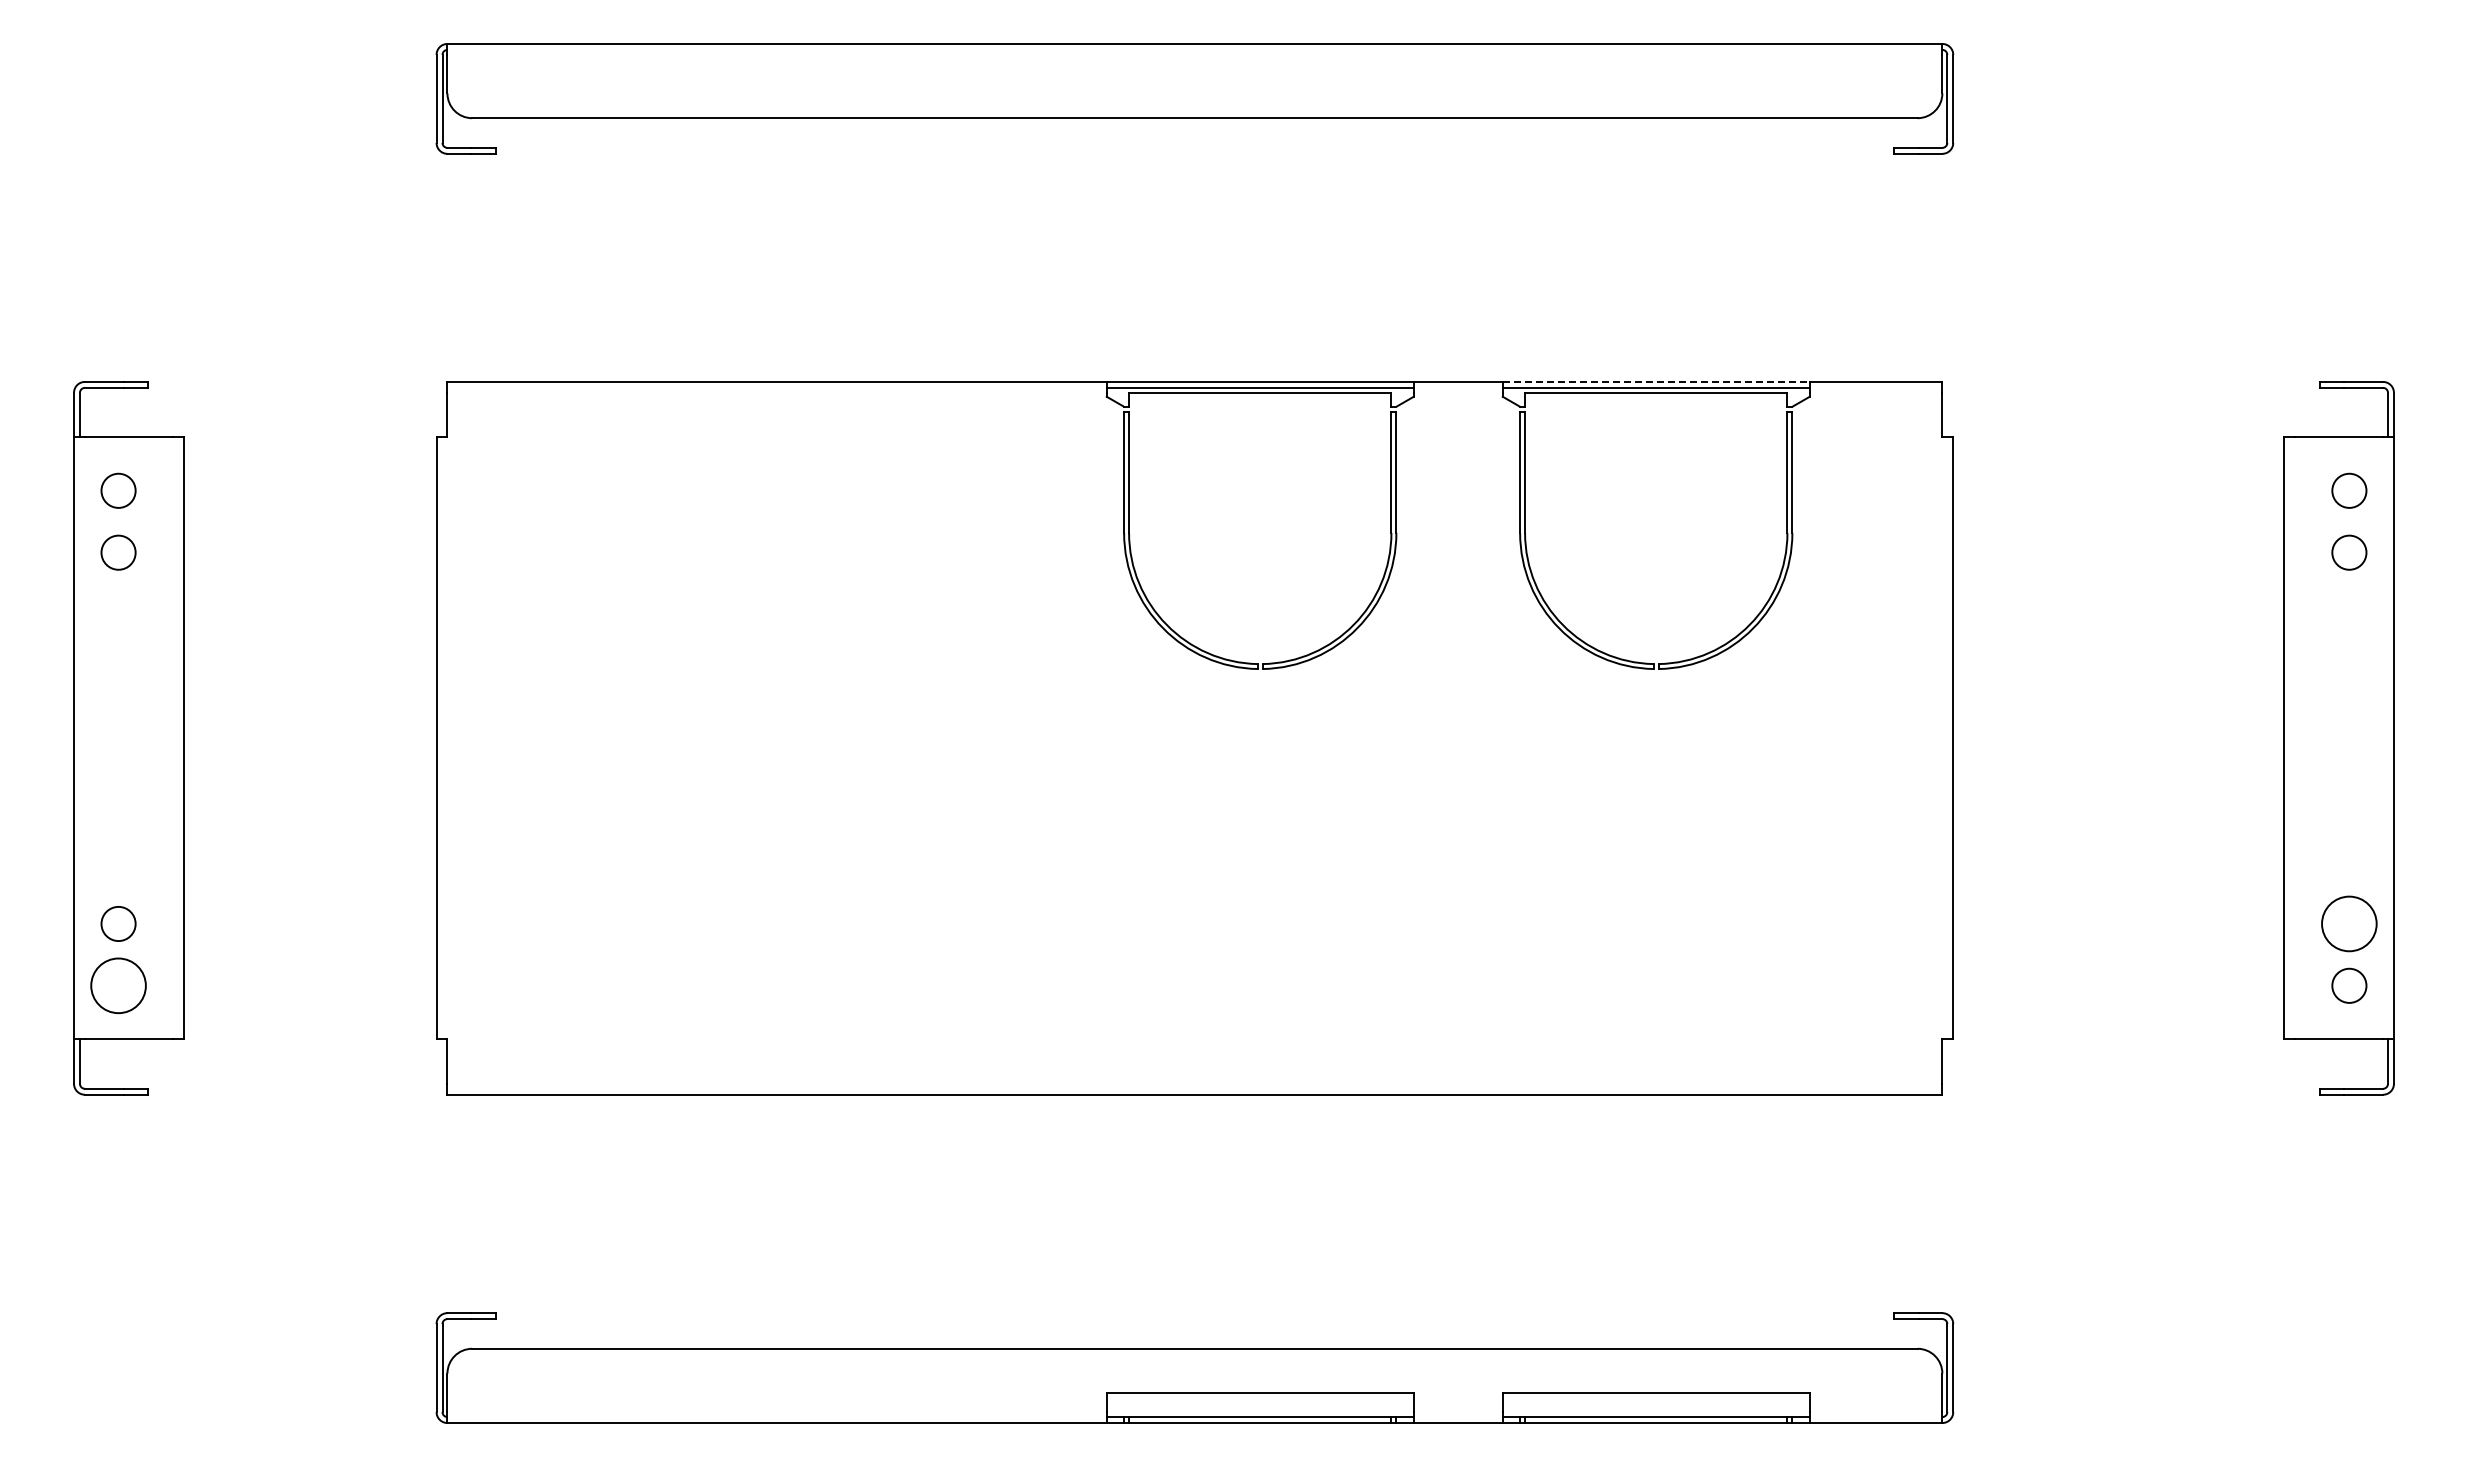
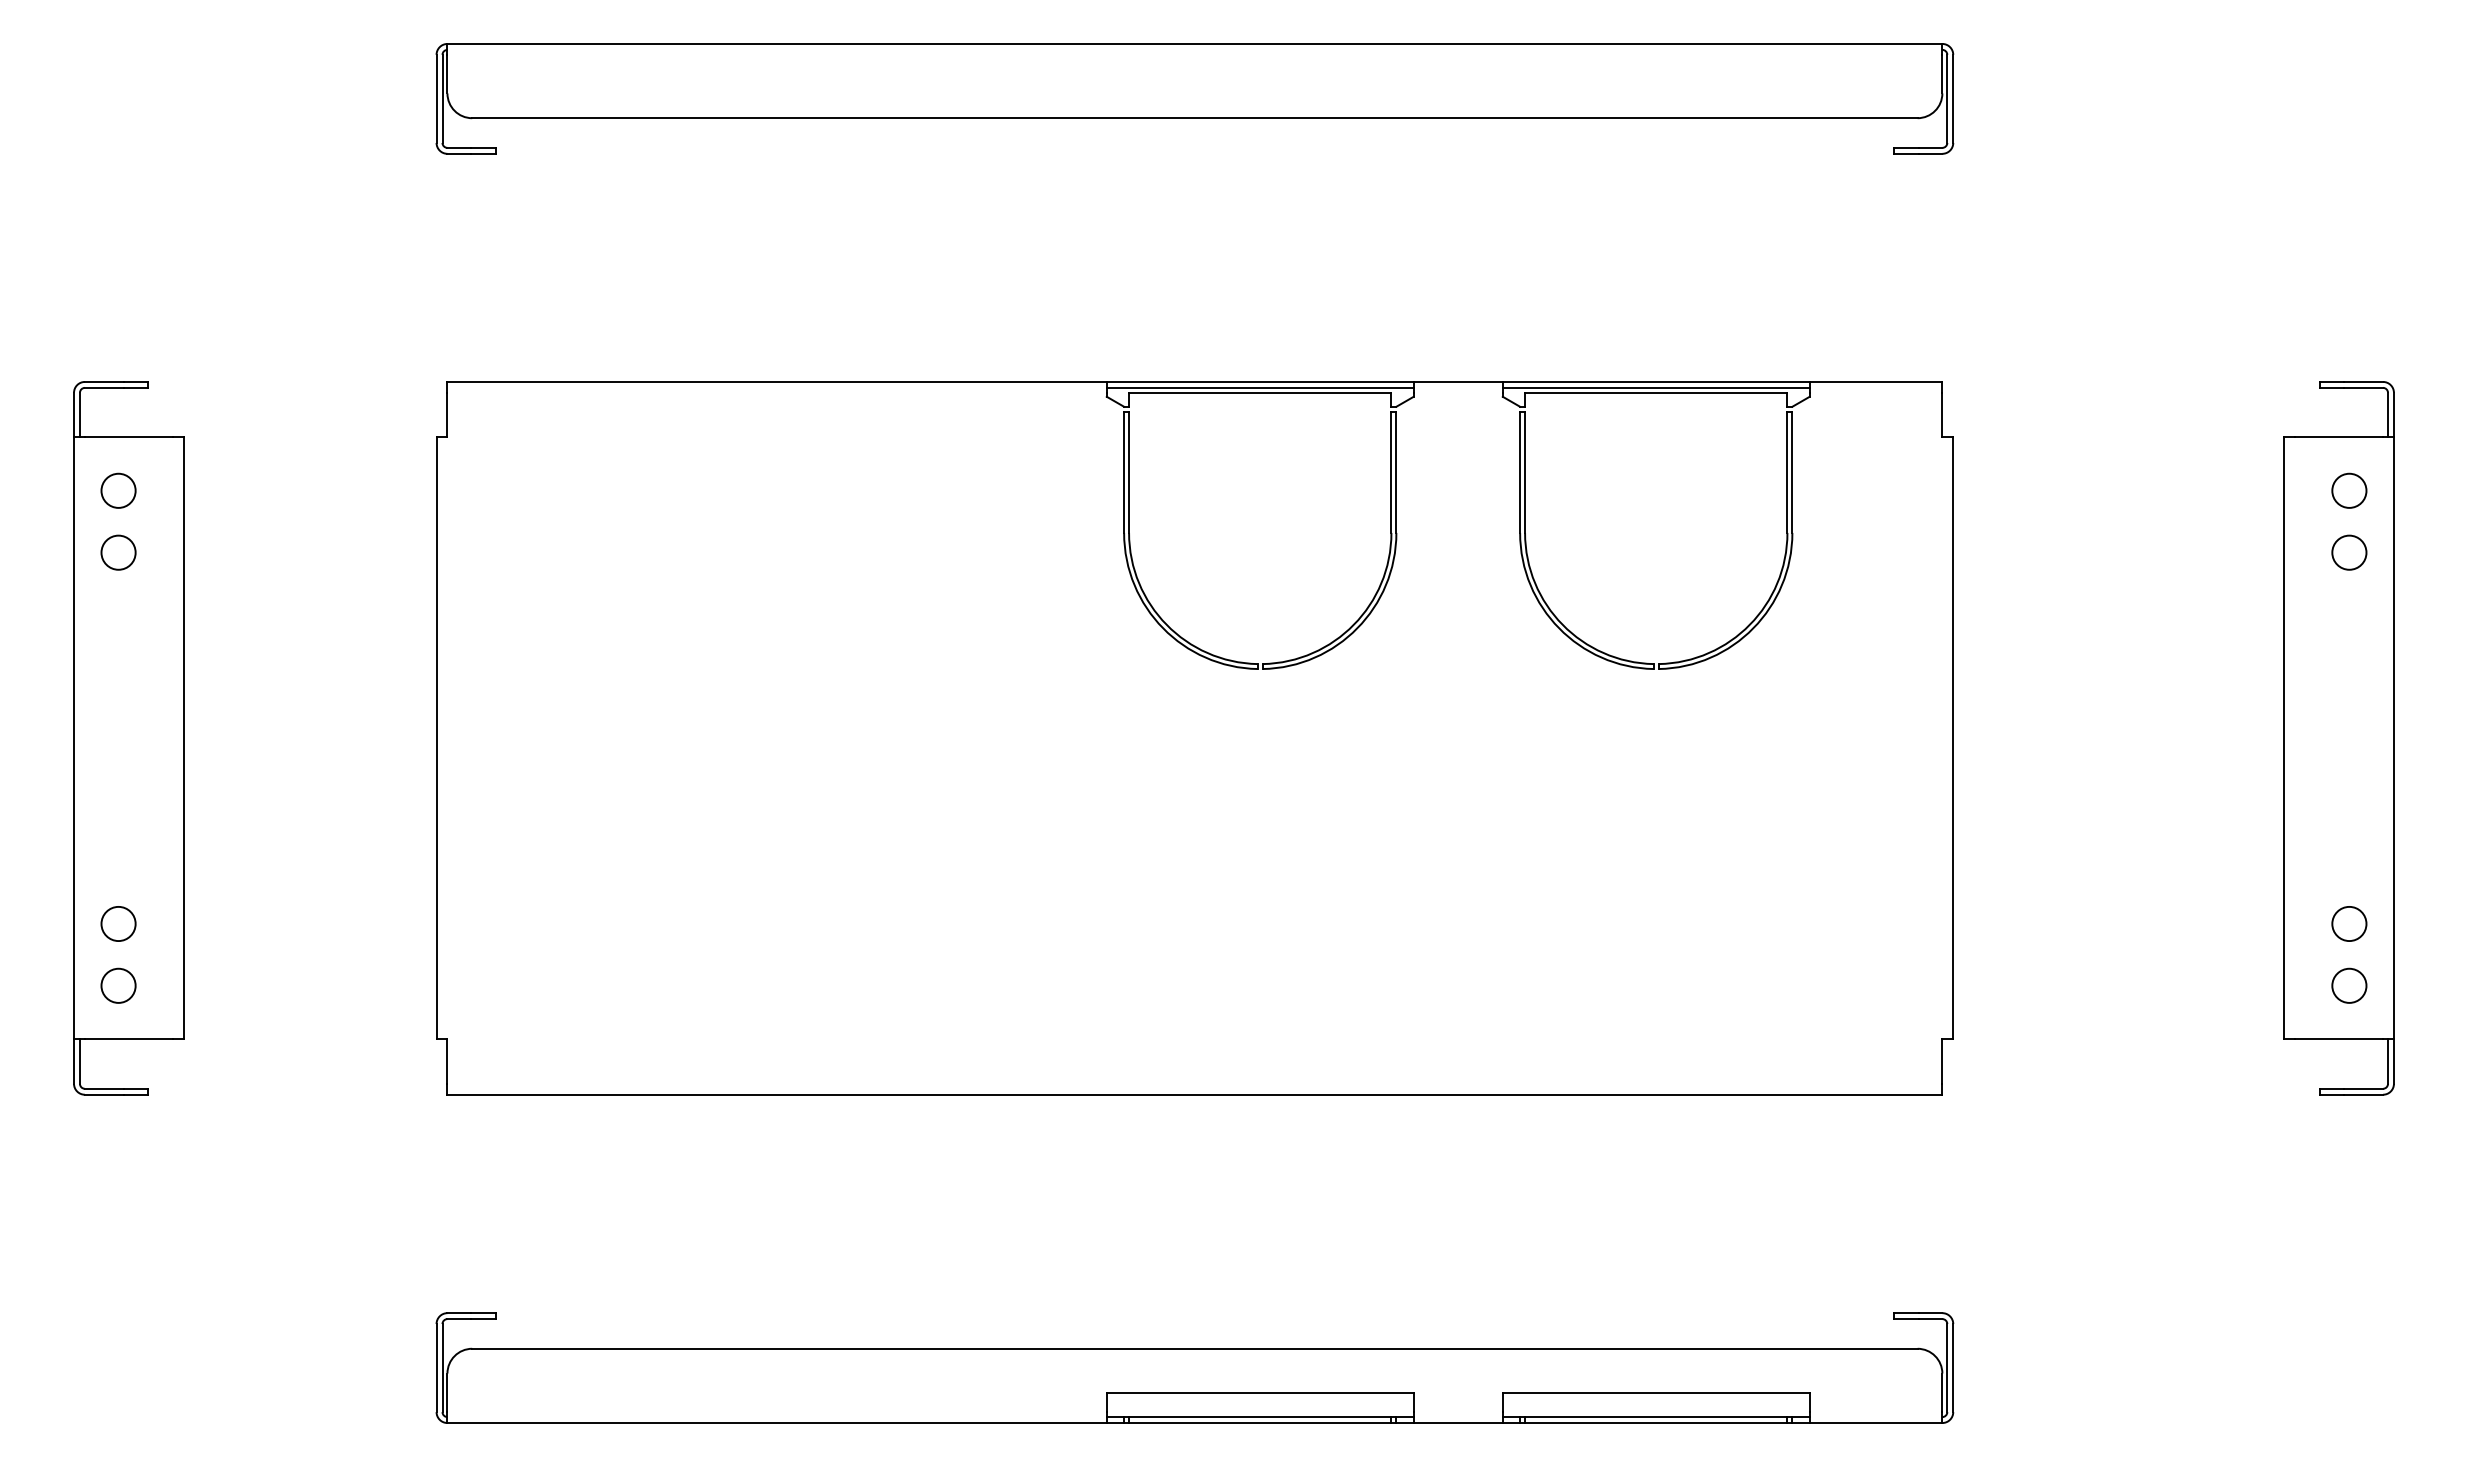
line at (1656, 381): dashed -> solid
circle at (2349, 923) size: 57x58 px -> 37x36 px
circle at (118, 985) diameter: 55 px -> 34 px
